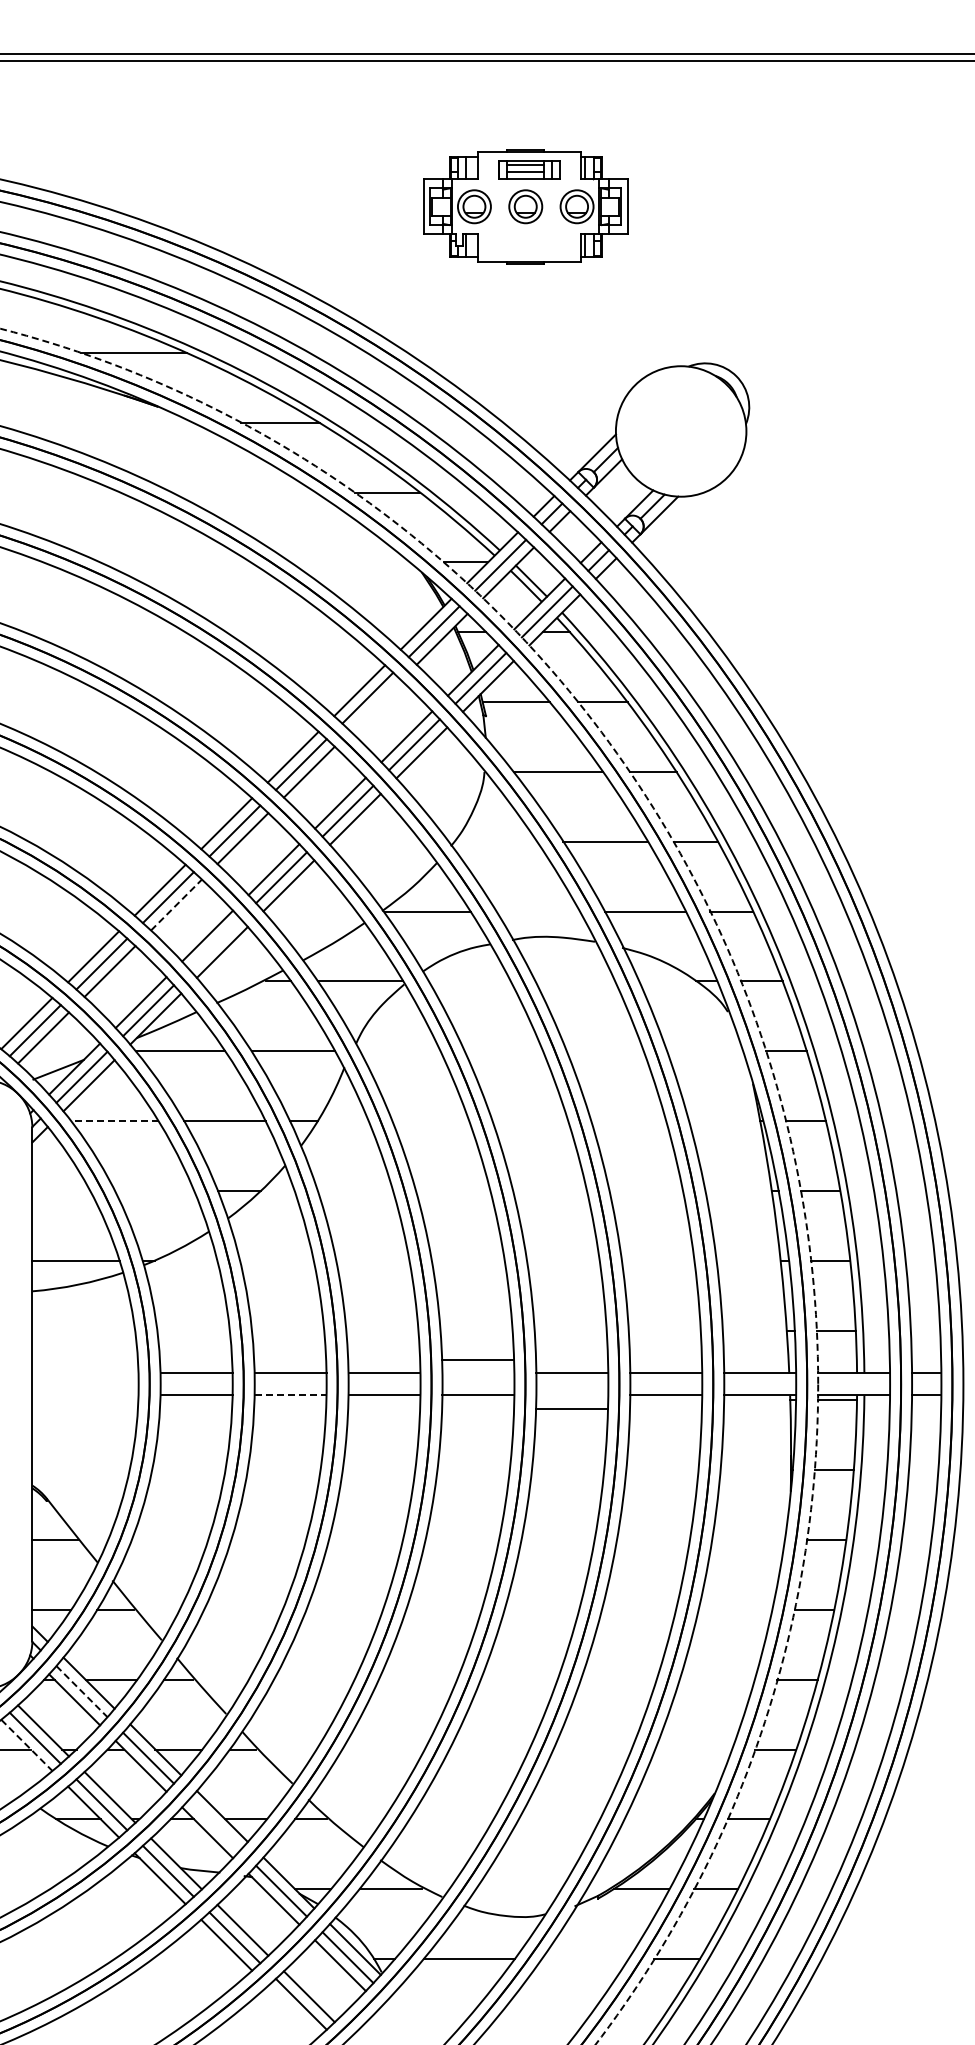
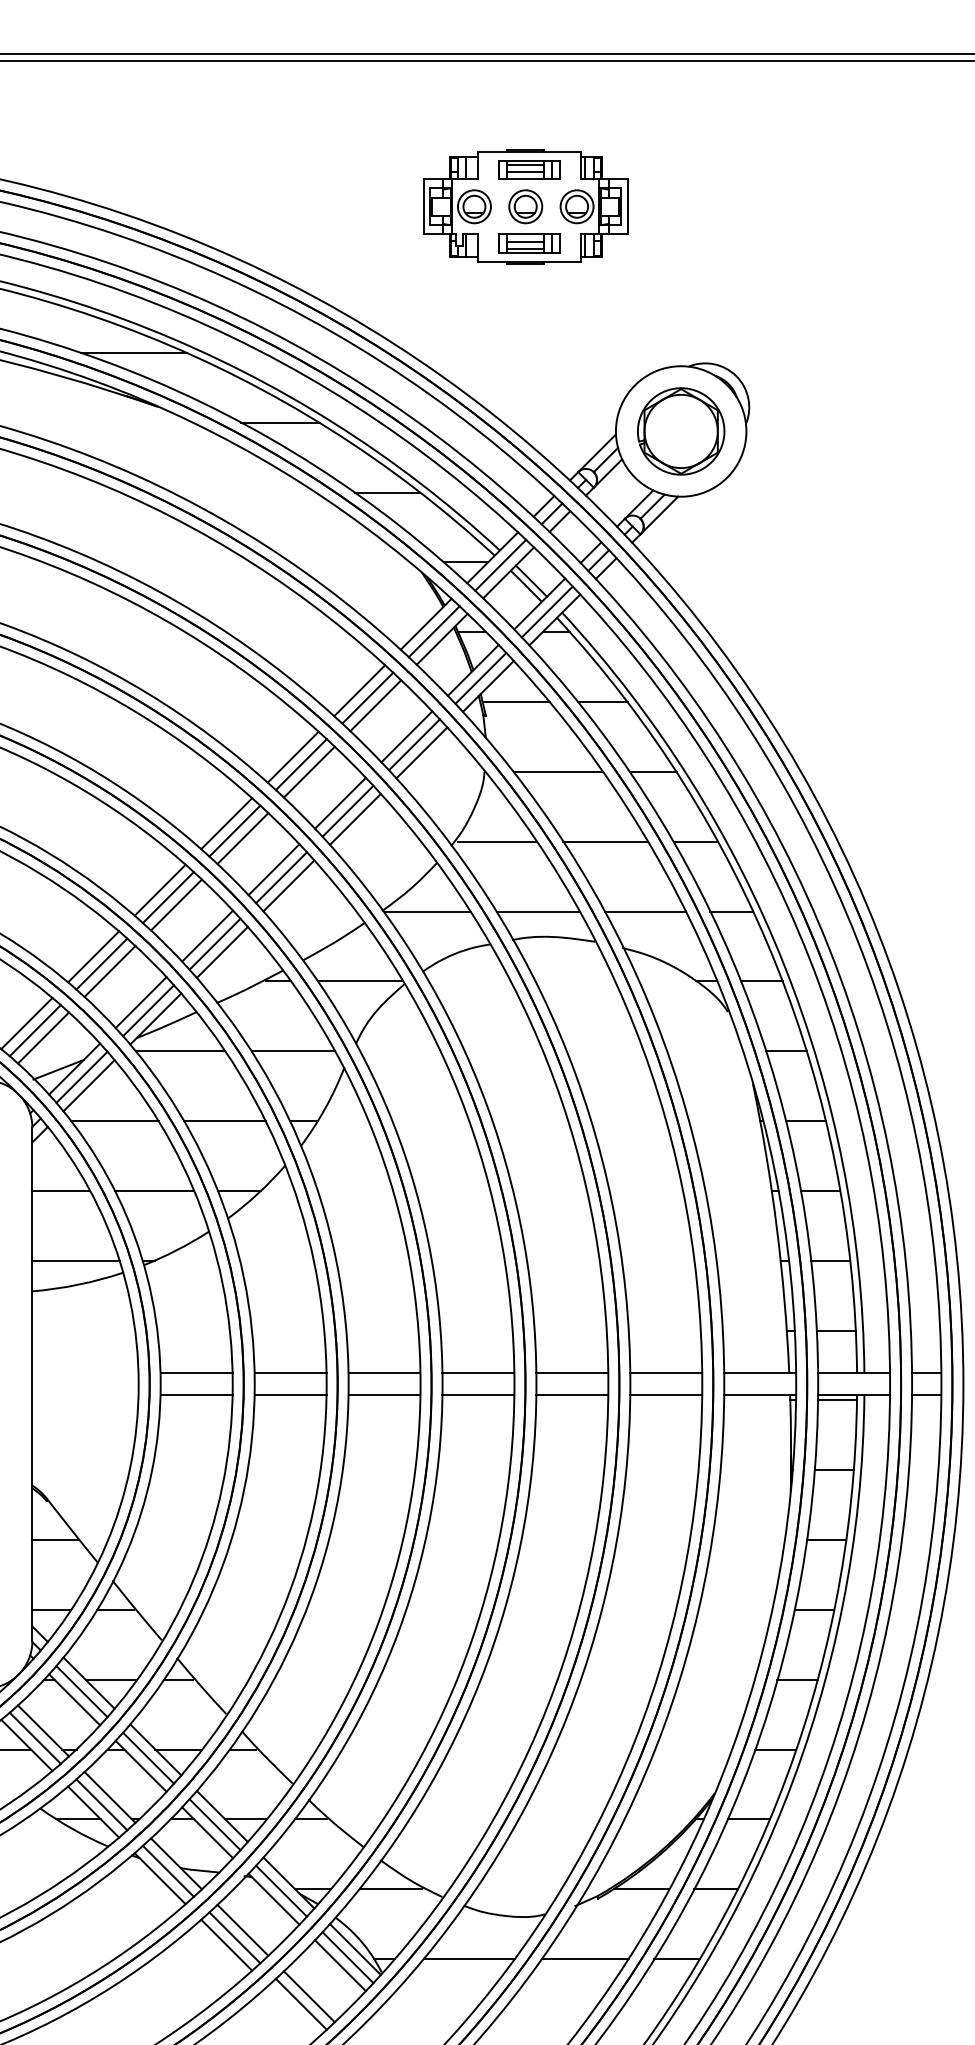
part at (529, 243): none -> present
part at (681, 431): none -> present
line at (375, 705): none -> present
line at (497, 841): none -> present
line at (176, 905): dashed -> solid
line at (537, 911): none -> present
line at (214, 943): none -> present
line at (114, 1121): dashed -> solid
circle at (409, 1186): dashed -> solid
line at (61, 1190): none -> present
line at (154, 1190): none -> present
line at (478, 1360) position: (478, 1360) -> (478, 1373)
line at (290, 1395): dashed -> solid
line at (572, 1409) position: (572, 1409) -> (572, 1395)
line at (82, 1691): dashed -> solid
line at (27, 1745): dashed -> solid
line at (214, 1824): none -> present
line at (584, 1959): none -> present
